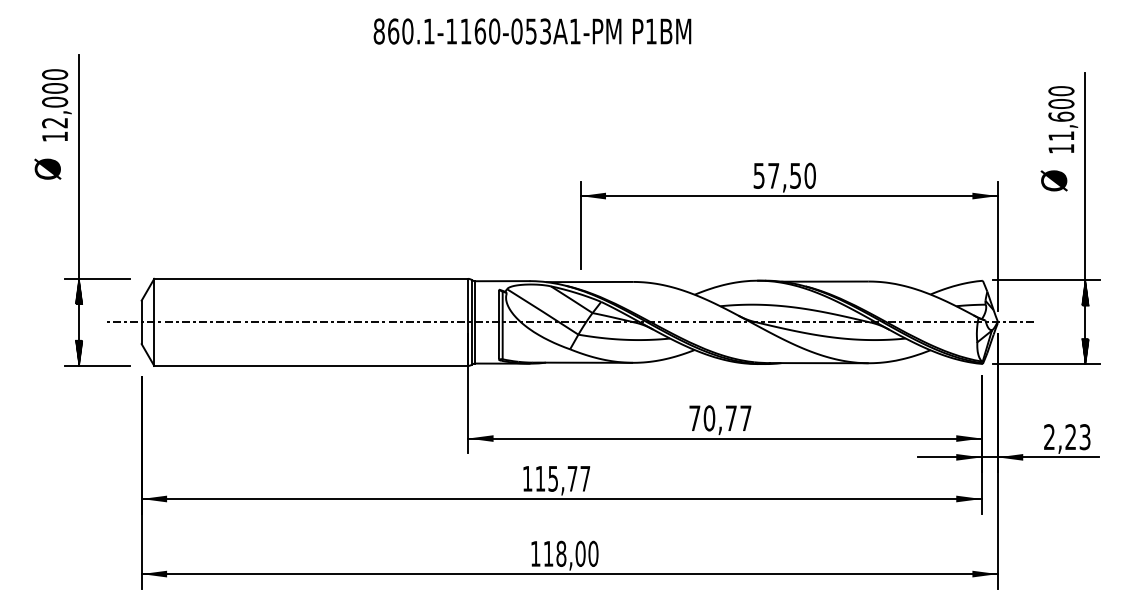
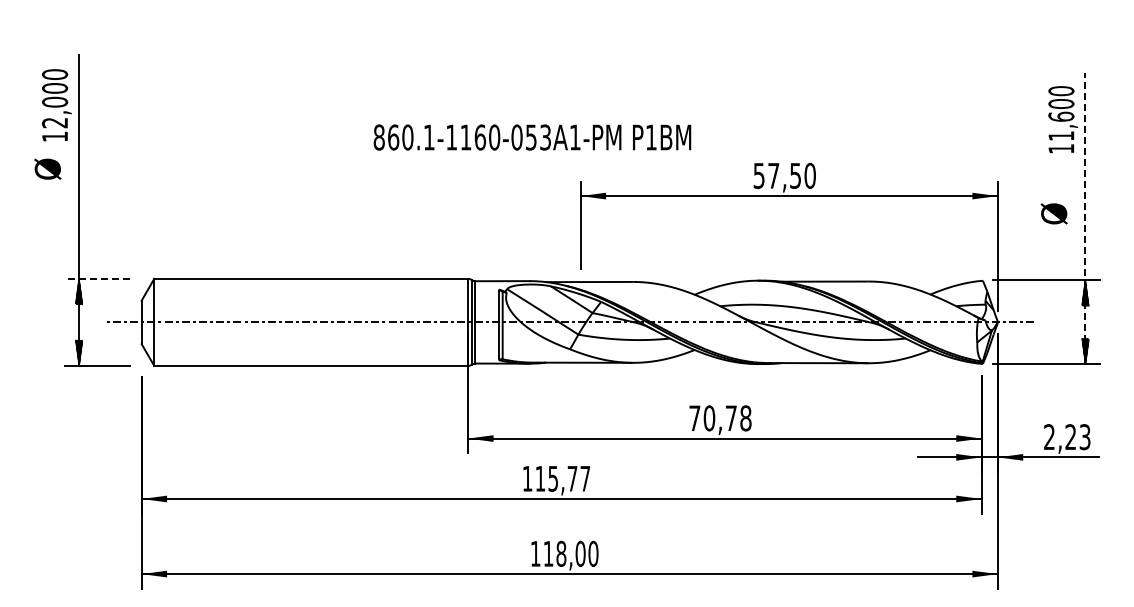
text at (532, 31) position: (532, 31) -> (532, 137)
text at (1053, 180) position: (1053, 180) -> (1053, 213)
line at (1085, 218): solid -> dashed
line at (97, 278): solid -> dashed
text at (745, 418): 70,77 -> 70,78
